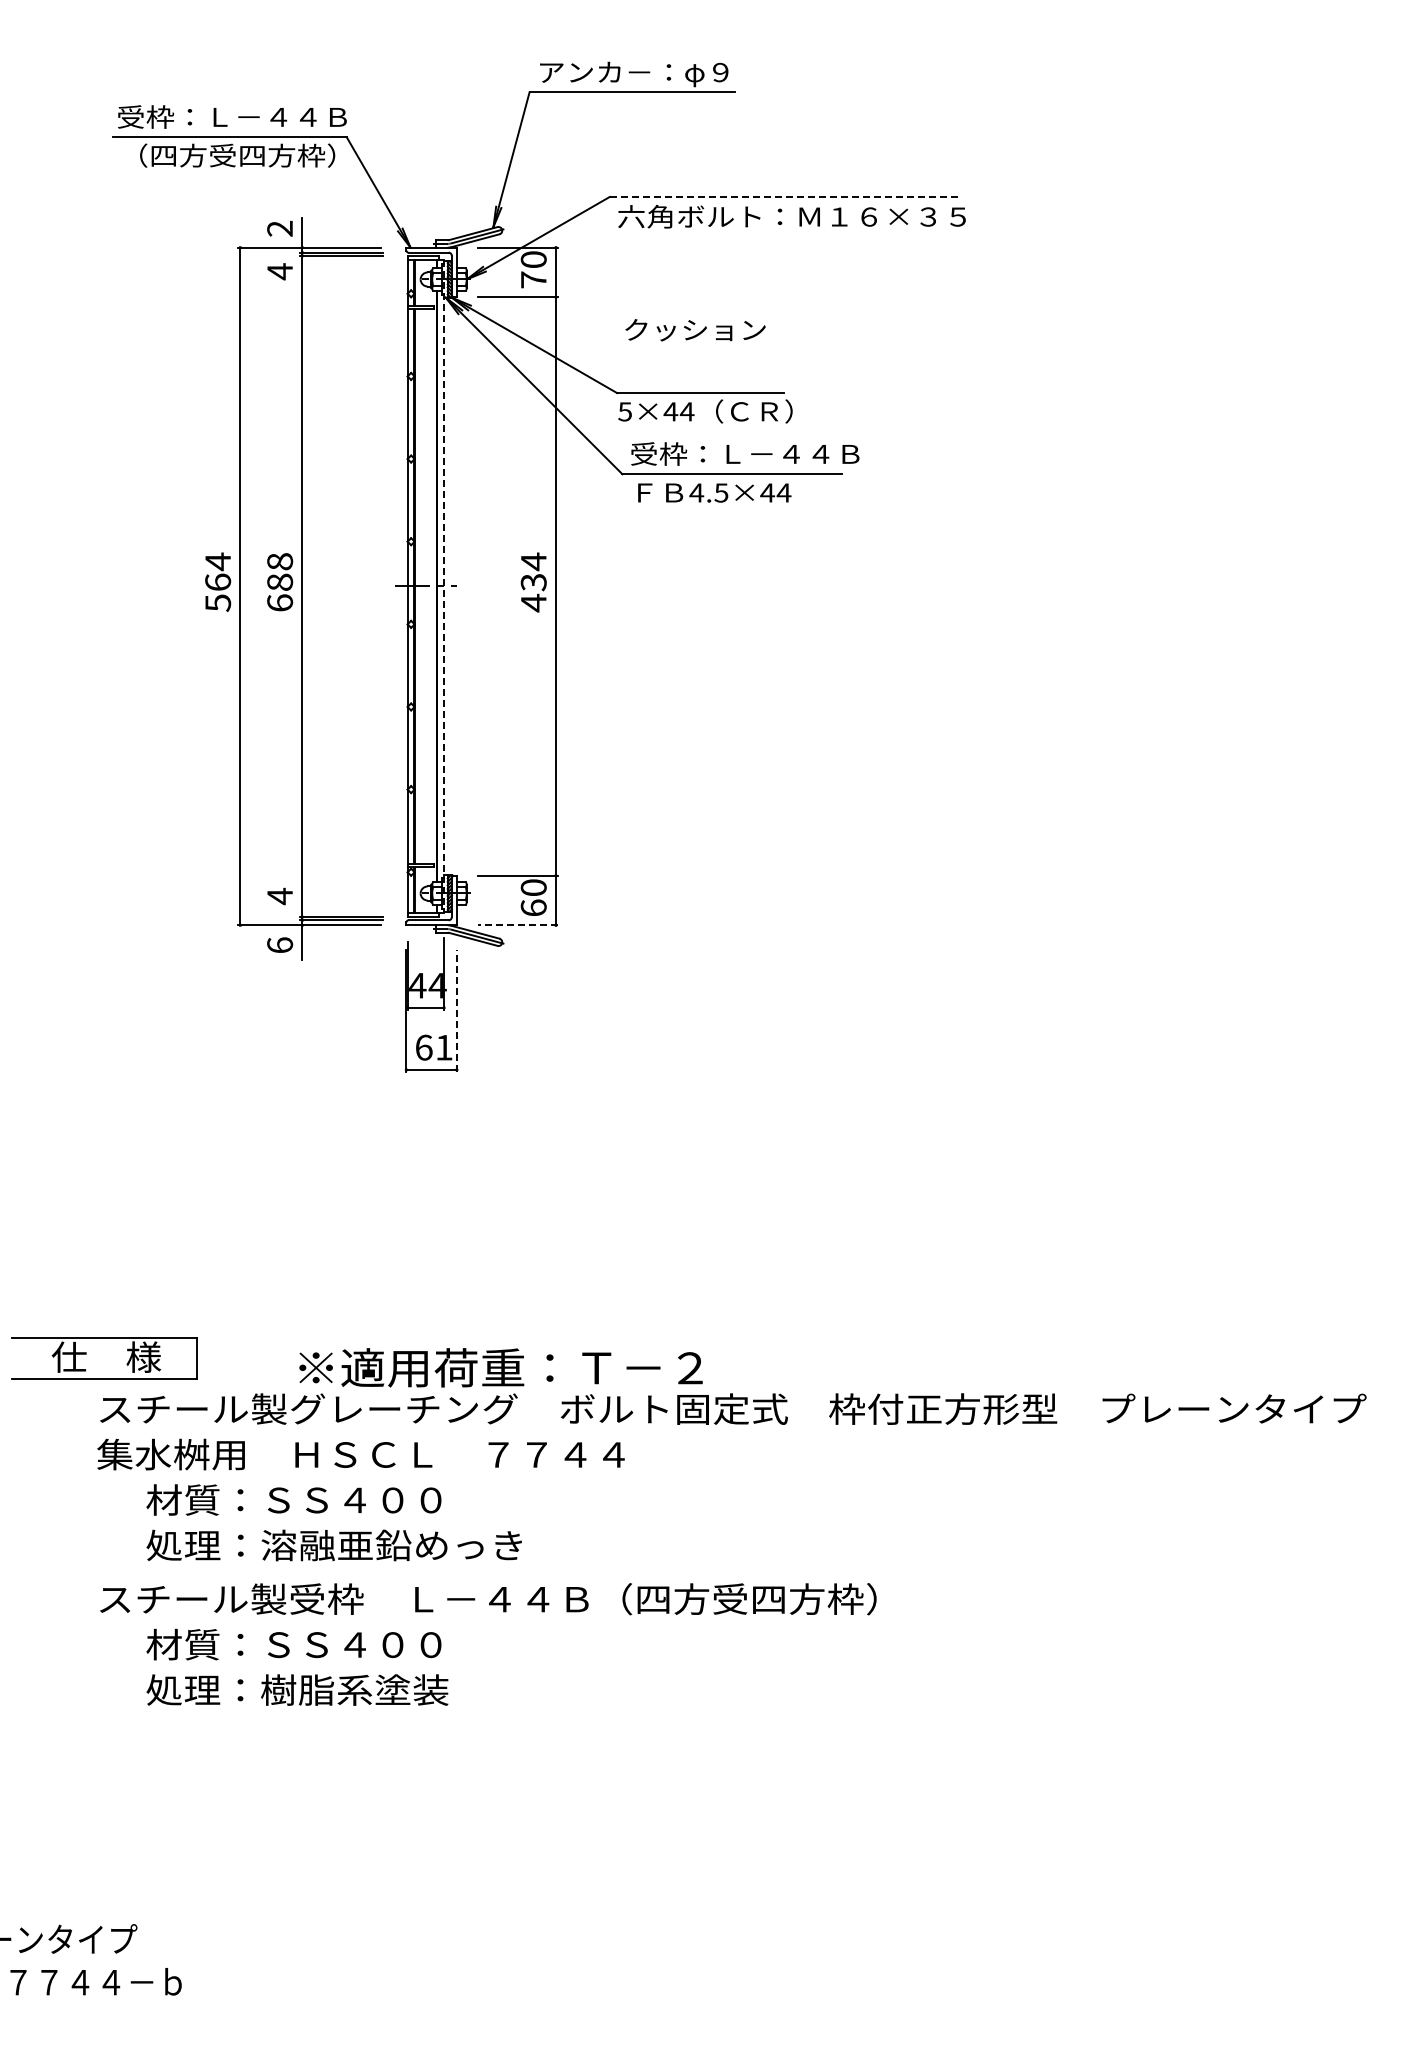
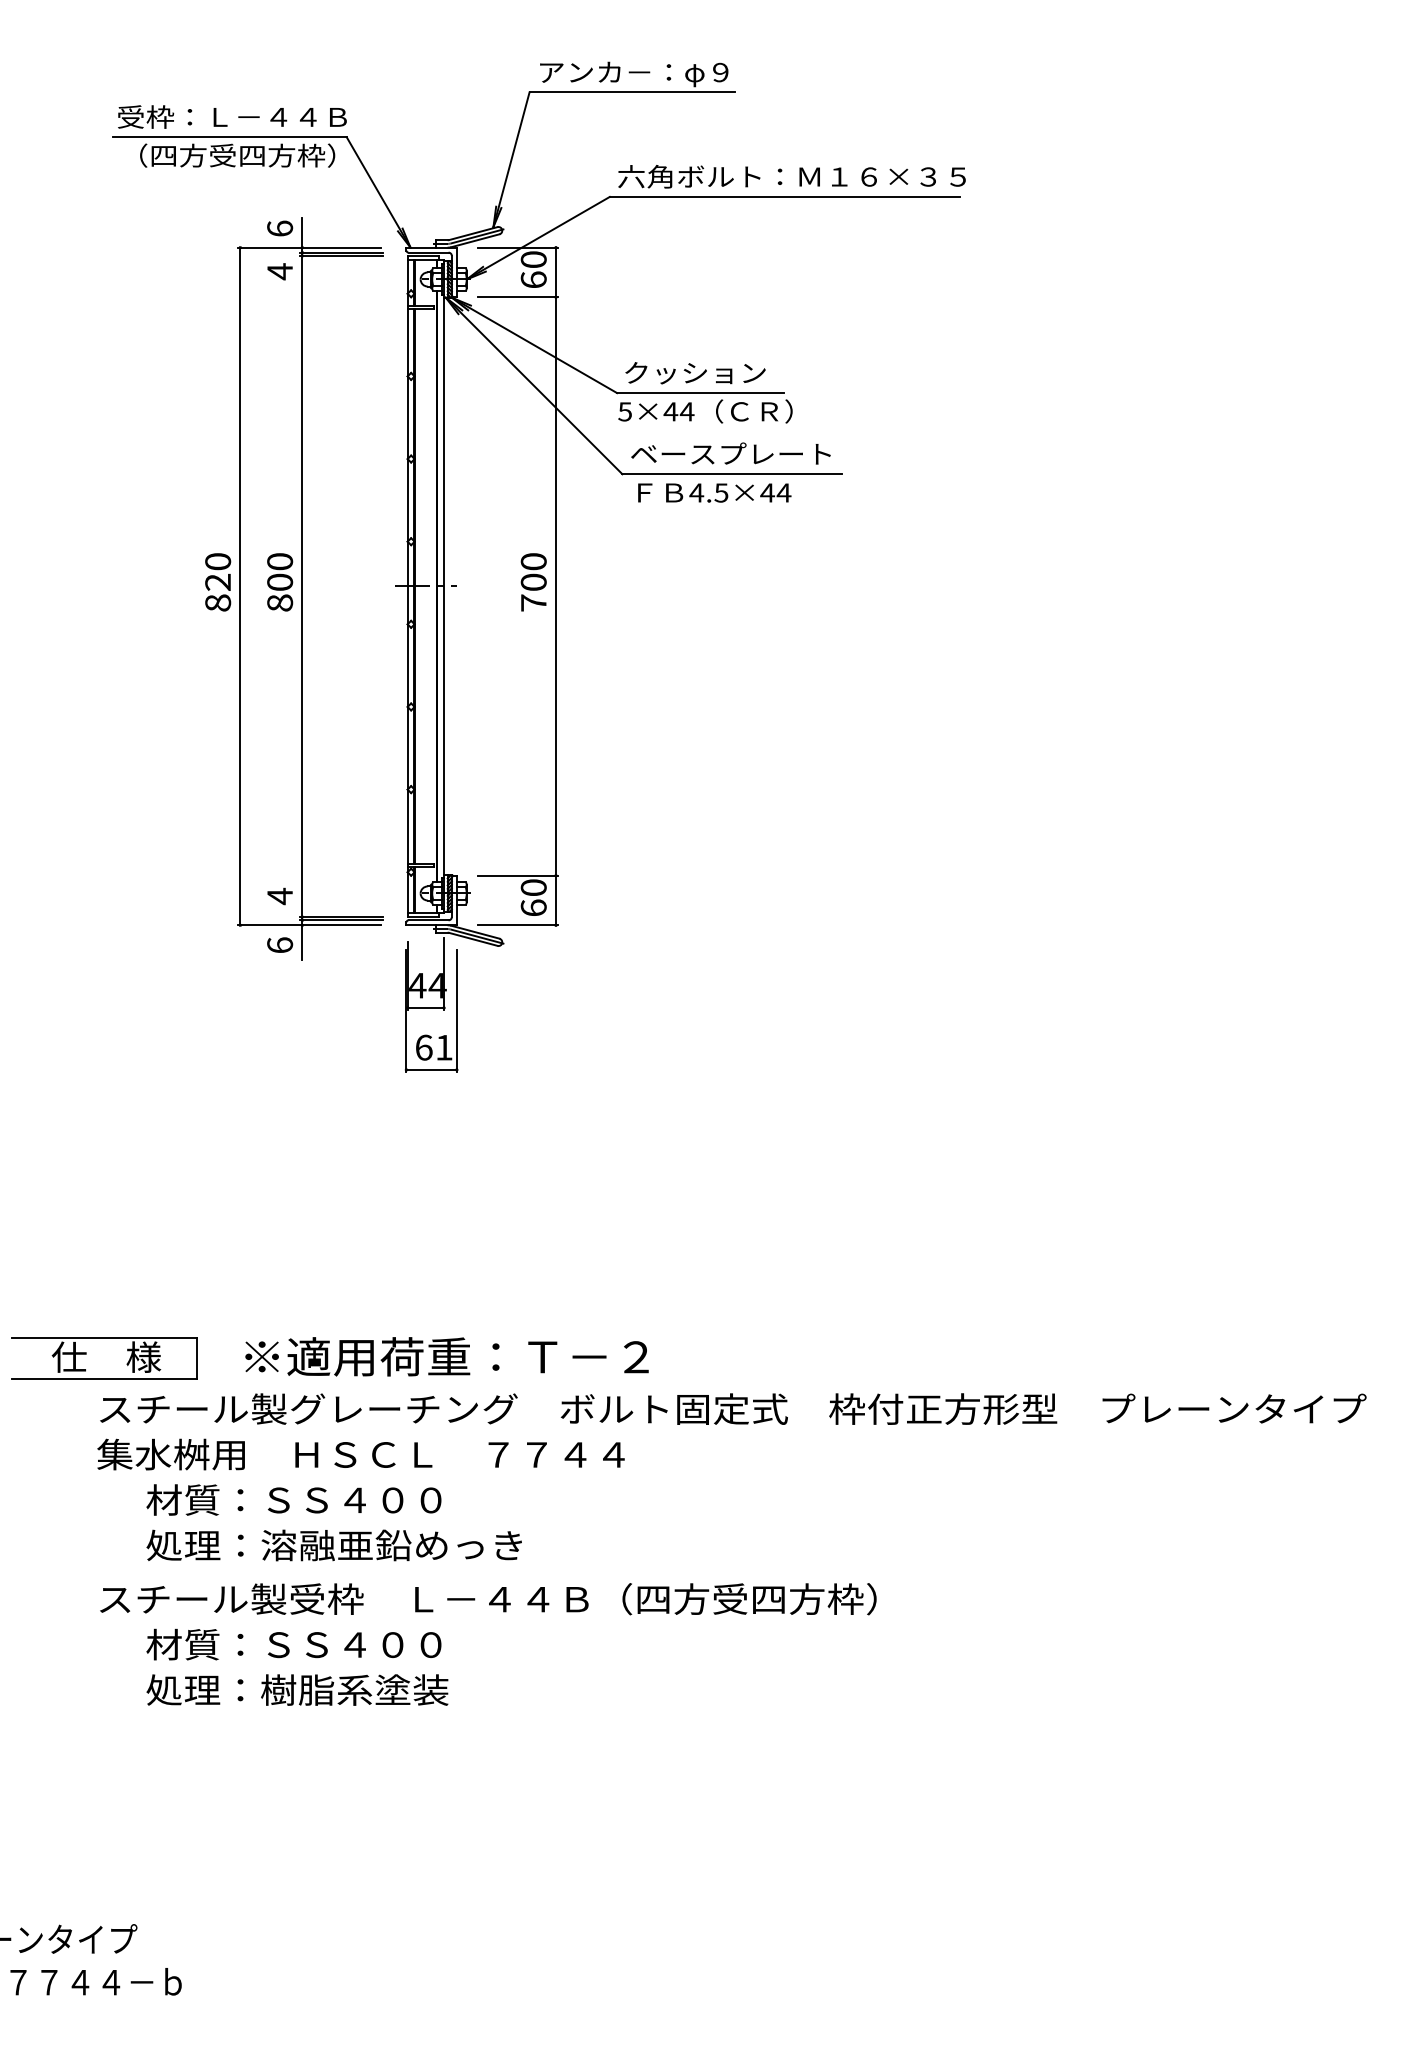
line at (784, 196): dashed -> solid
text at (791, 216) position: (791, 216) -> (791, 176)
text at (280, 228): 2 -> 6
text at (533, 279): 70 -> 60
text at (695, 330) position: (695, 330) -> (695, 373)
text at (745, 453): 受枠：Ｌ－４４Ｂ -> ベースプレート
text at (218, 582): 564 -> 820
text at (279, 582): 688 -> 800
text at (533, 582): 434 -> 700
line at (444, 586): dashed -> solid
line at (517, 925): dashed -> solid
line at (456, 1010): dashed -> solid
text at (500, 1367) position: (500, 1367) -> (446, 1356)
